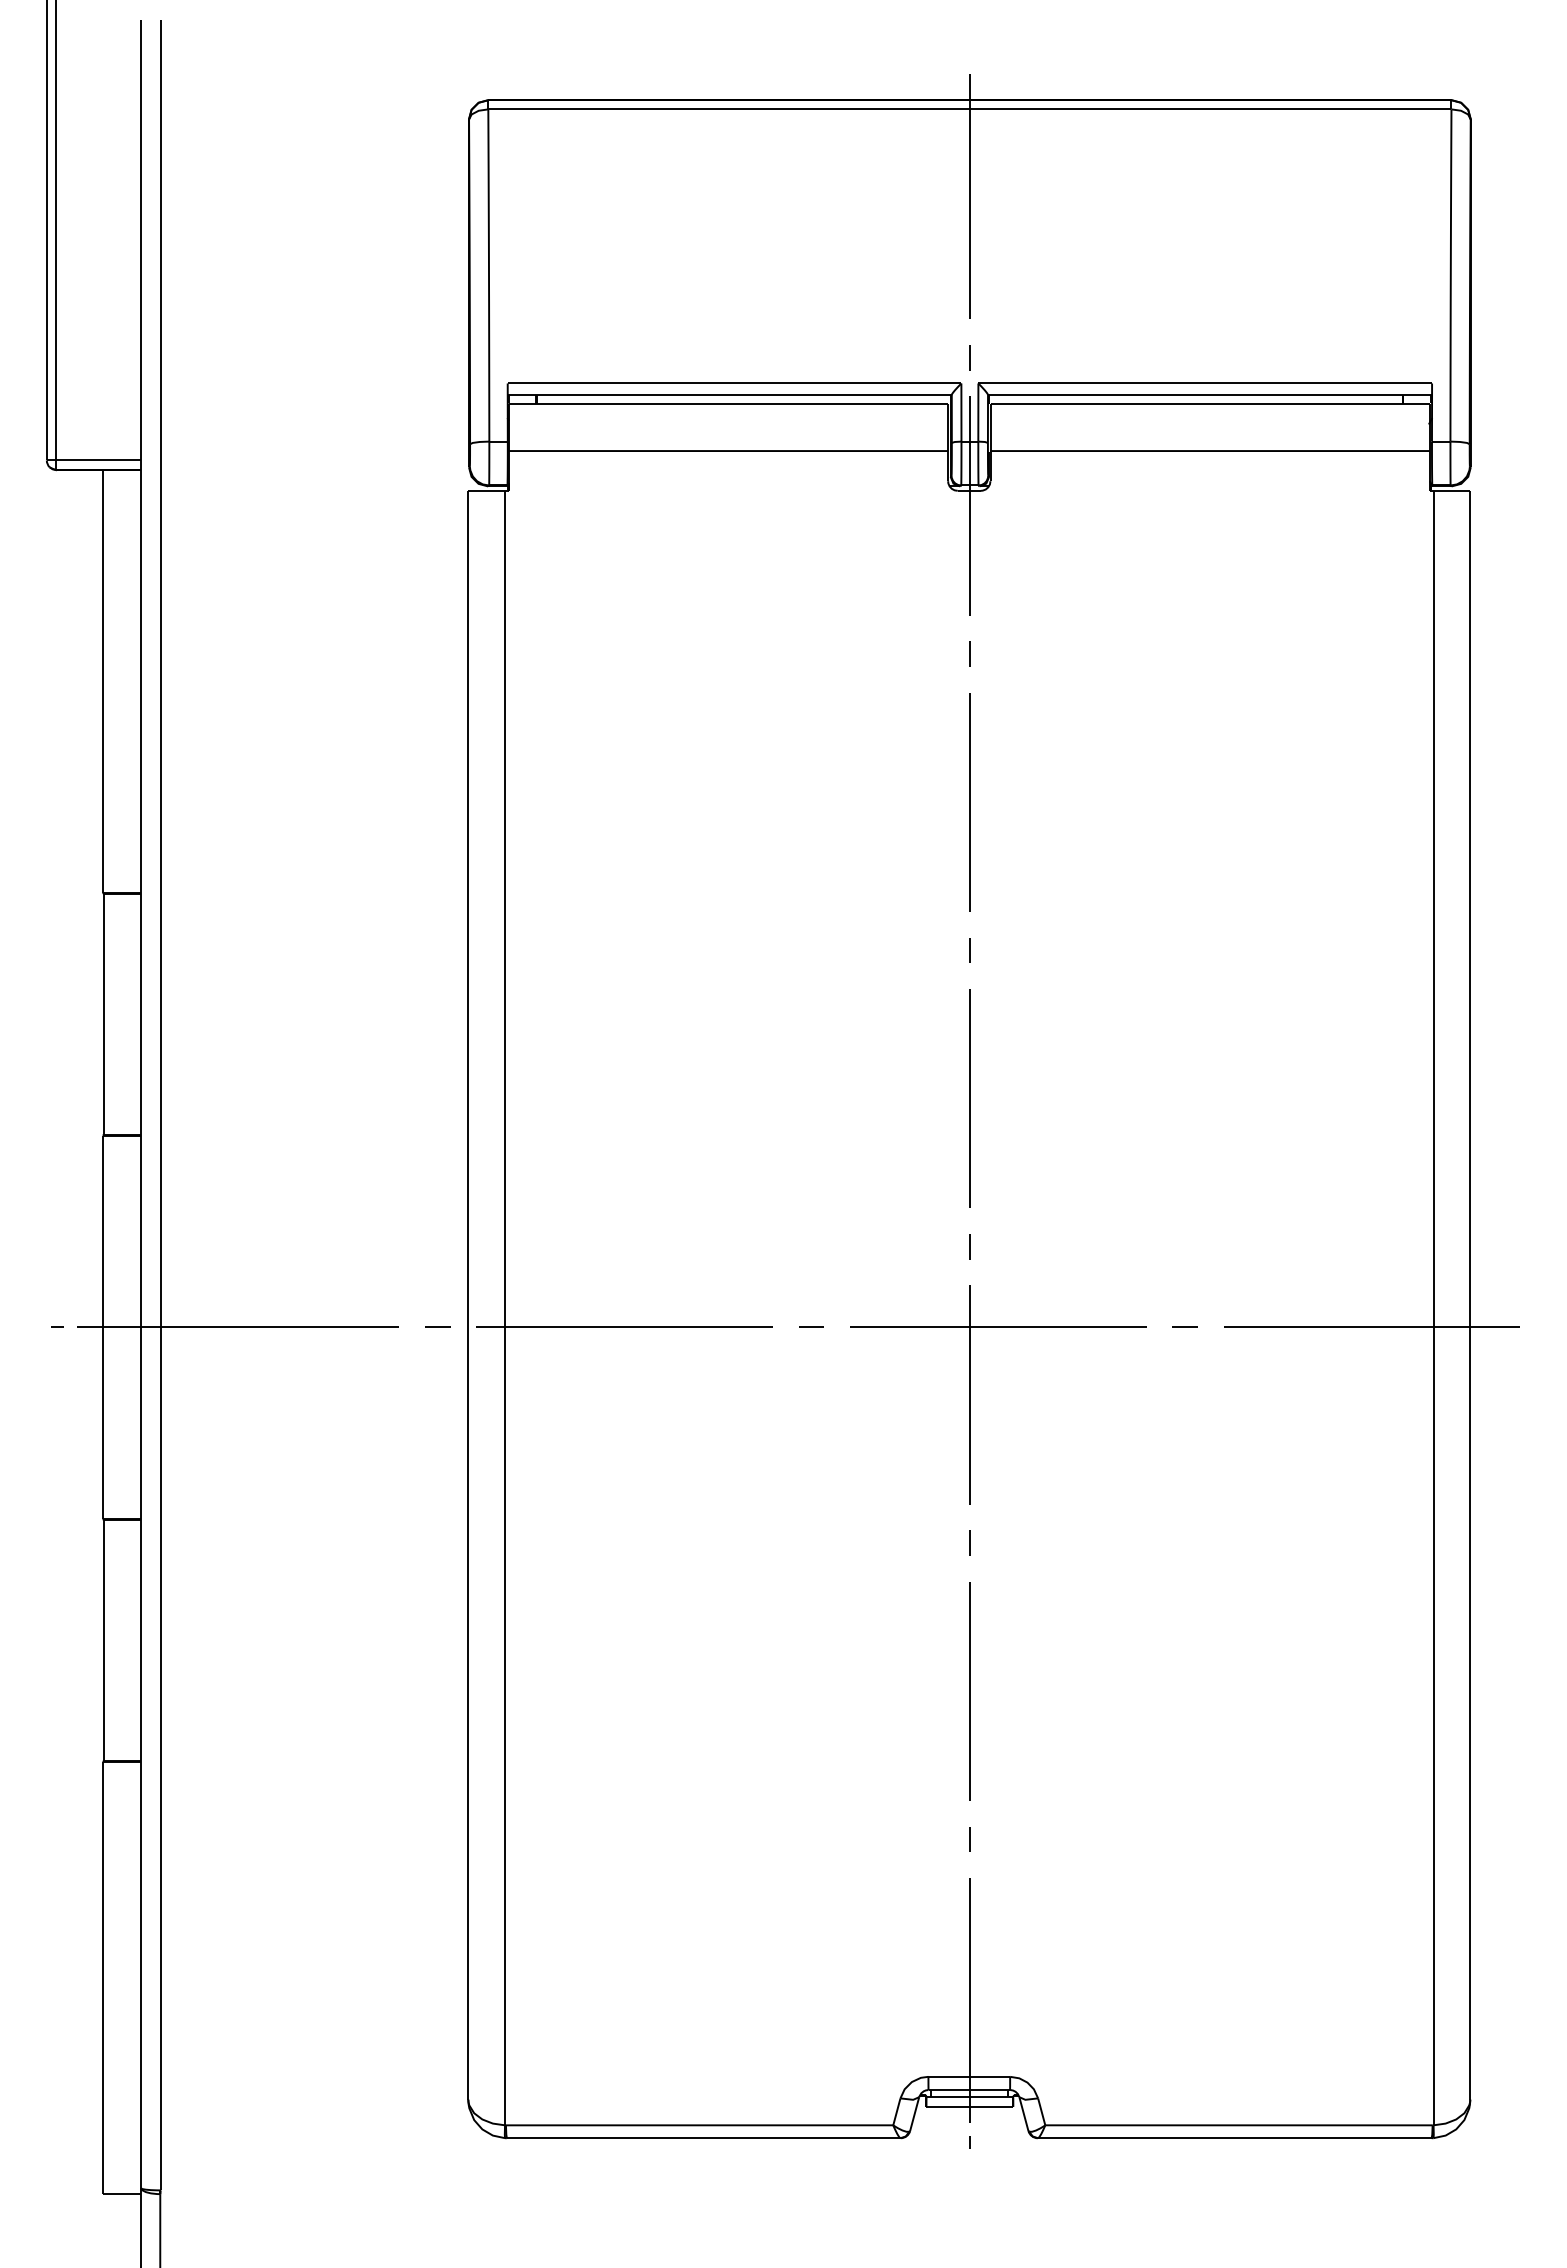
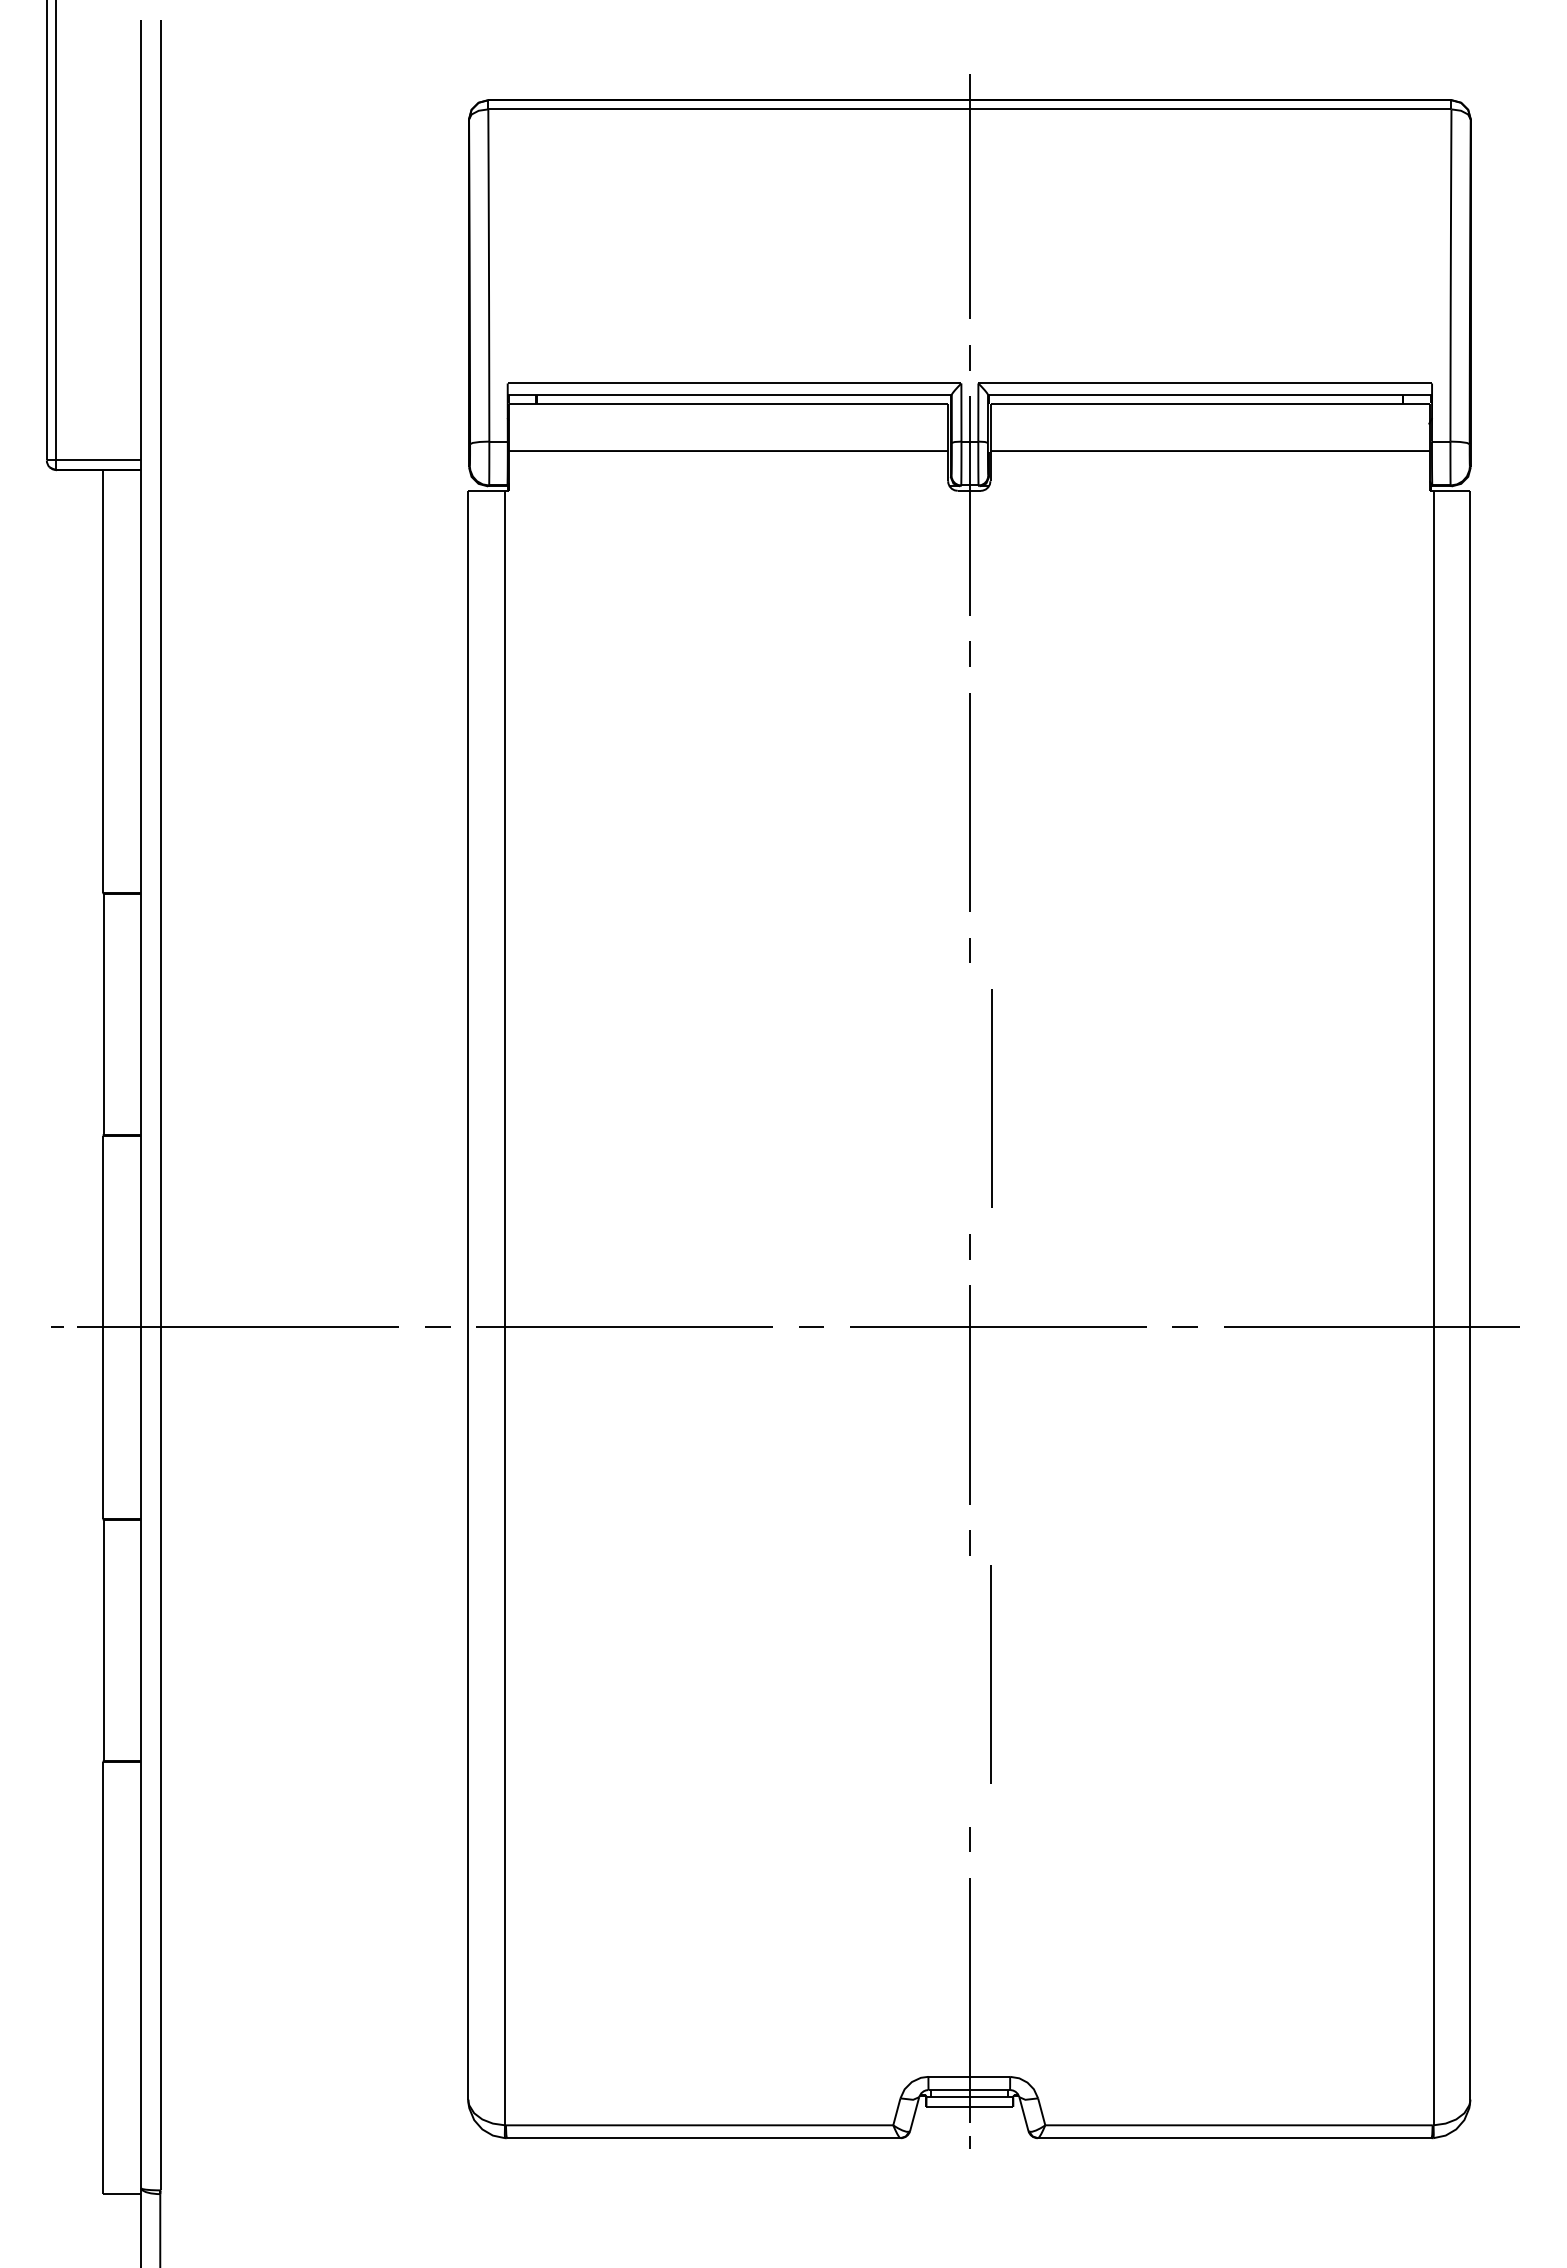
line at (969, 1098) position: (969, 1098) -> (991, 1098)
line at (969, 1691) position: (969, 1691) -> (990, 1674)
